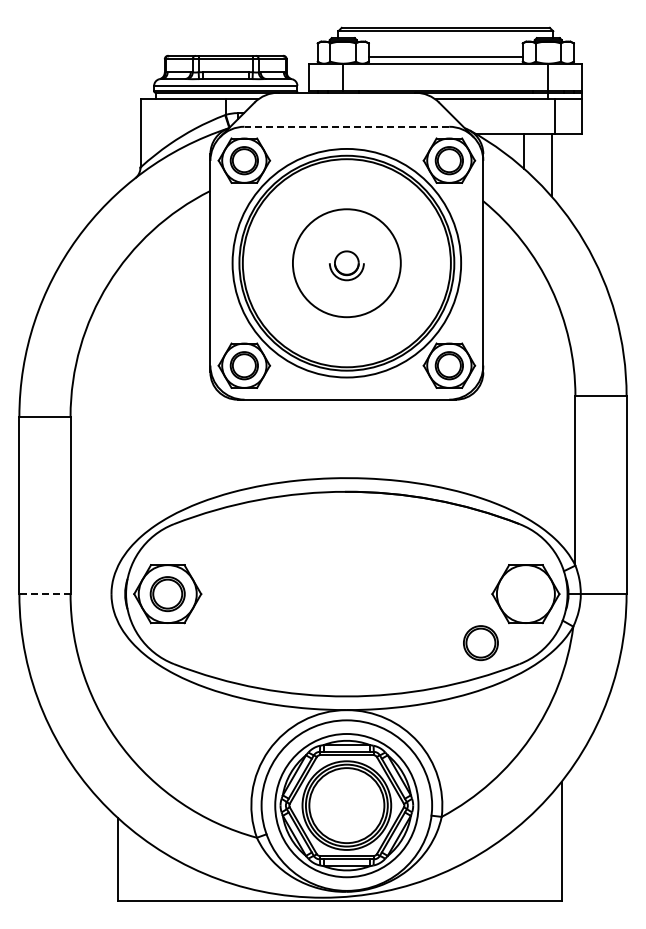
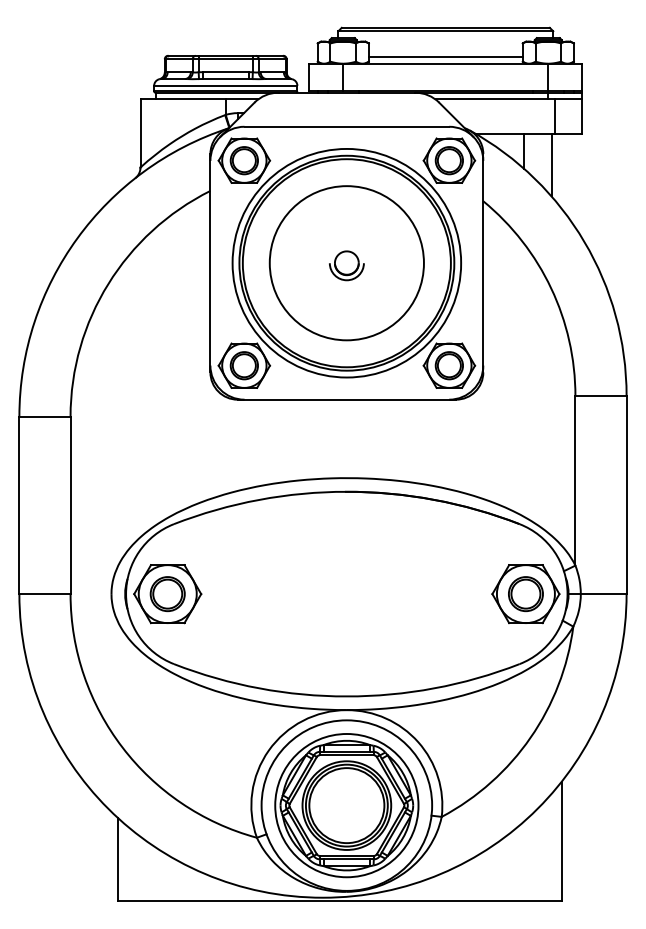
line at (346, 126): dashed -> solid
circle at (346, 263) diameter: 108 px -> 154 px
line at (44, 594): dashed -> solid
part at (480, 643) position: (480, 643) -> (525, 594)
